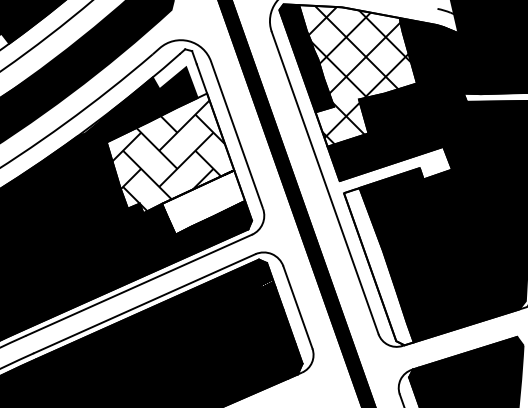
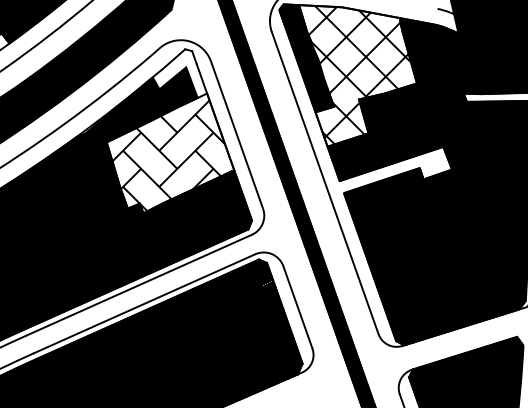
fill at (203, 202): none -> present
fill at (378, 266): none -> present
